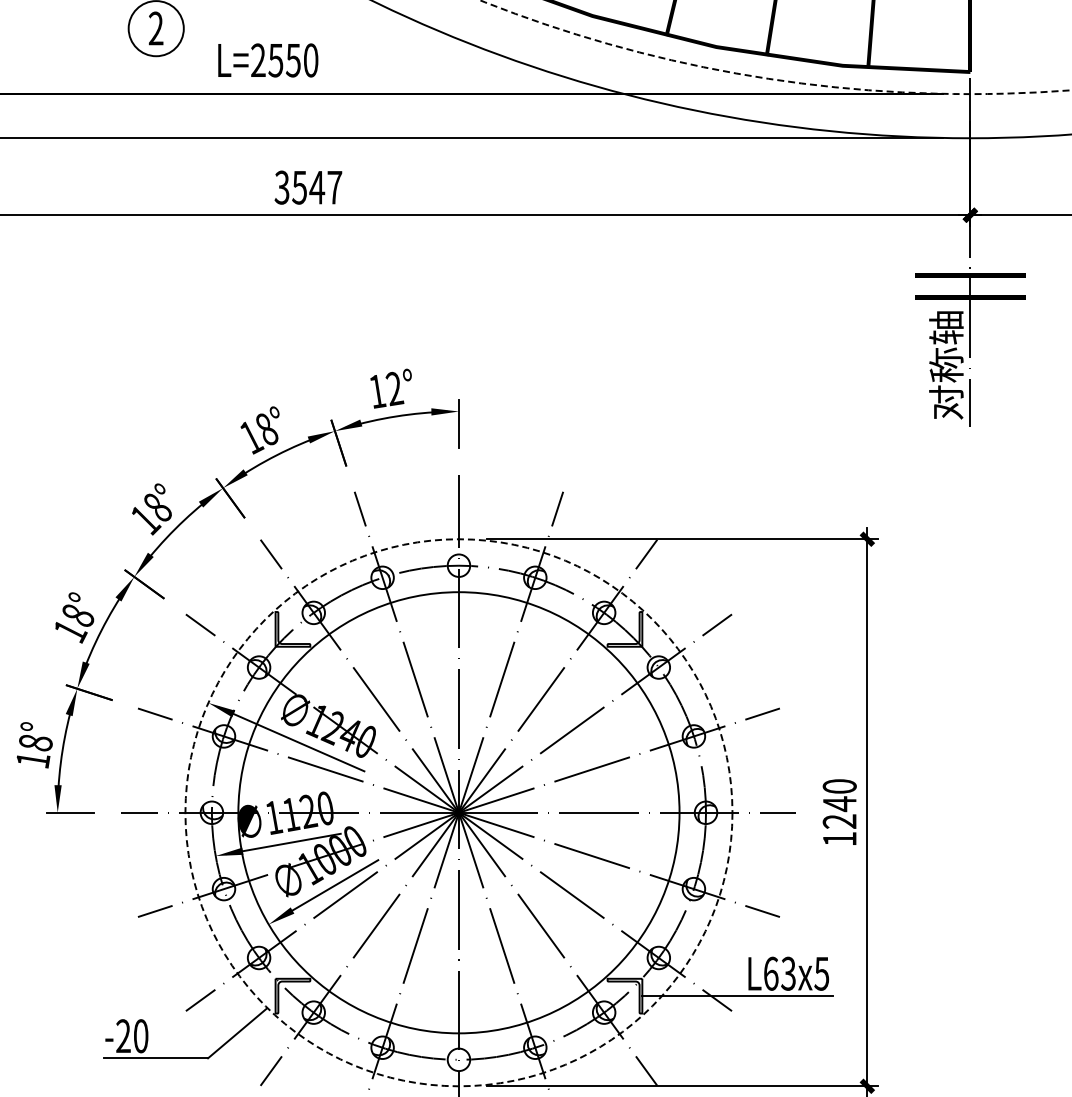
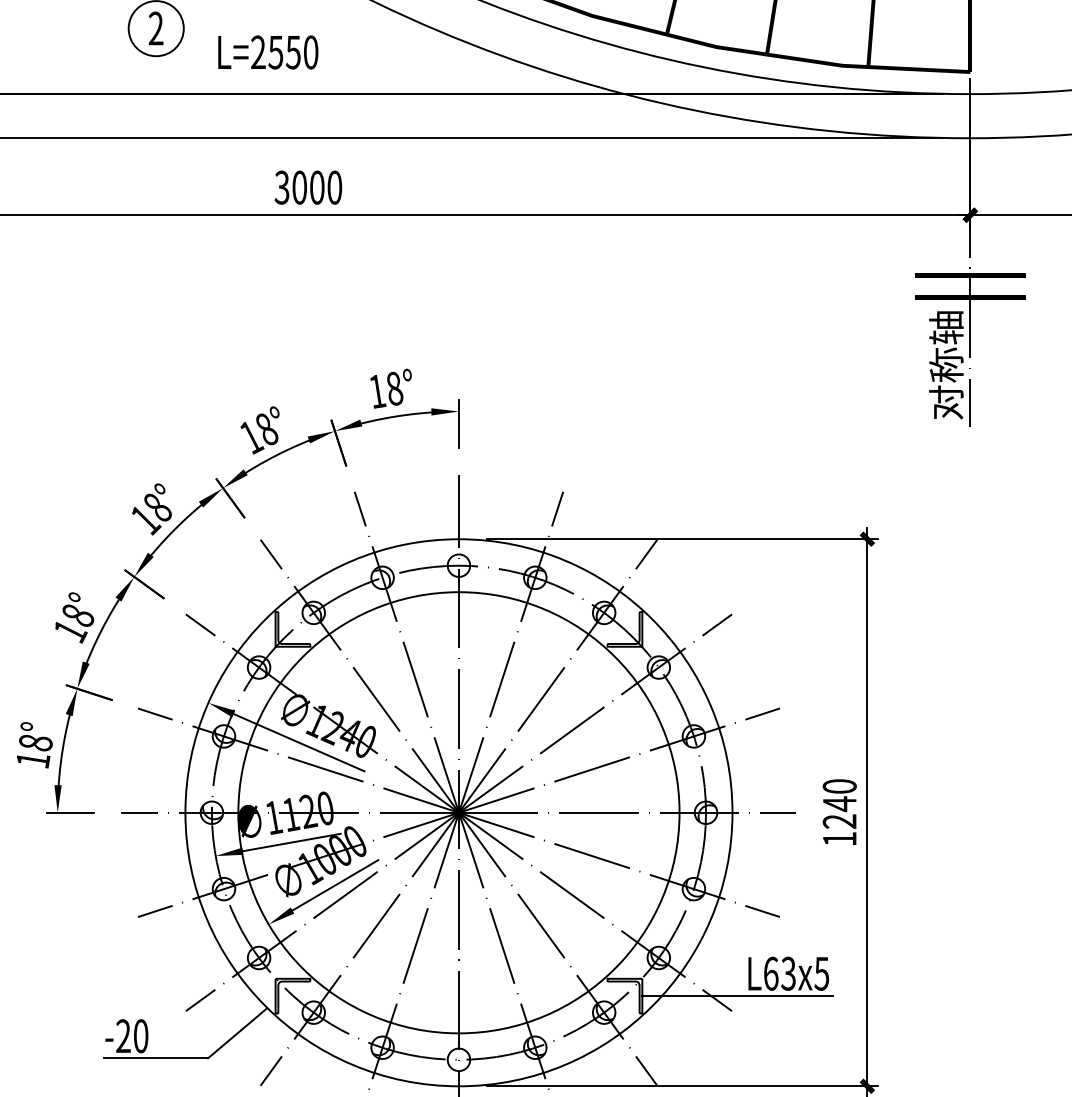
circle at (775, 47): dashed -> solid
text at (268, 60) position: (268, 60) -> (268, 52)
text at (317, 187): 3547 -> 3000
text at (394, 388): 12° -> 18°
circle at (458, 812): dashed -> solid
